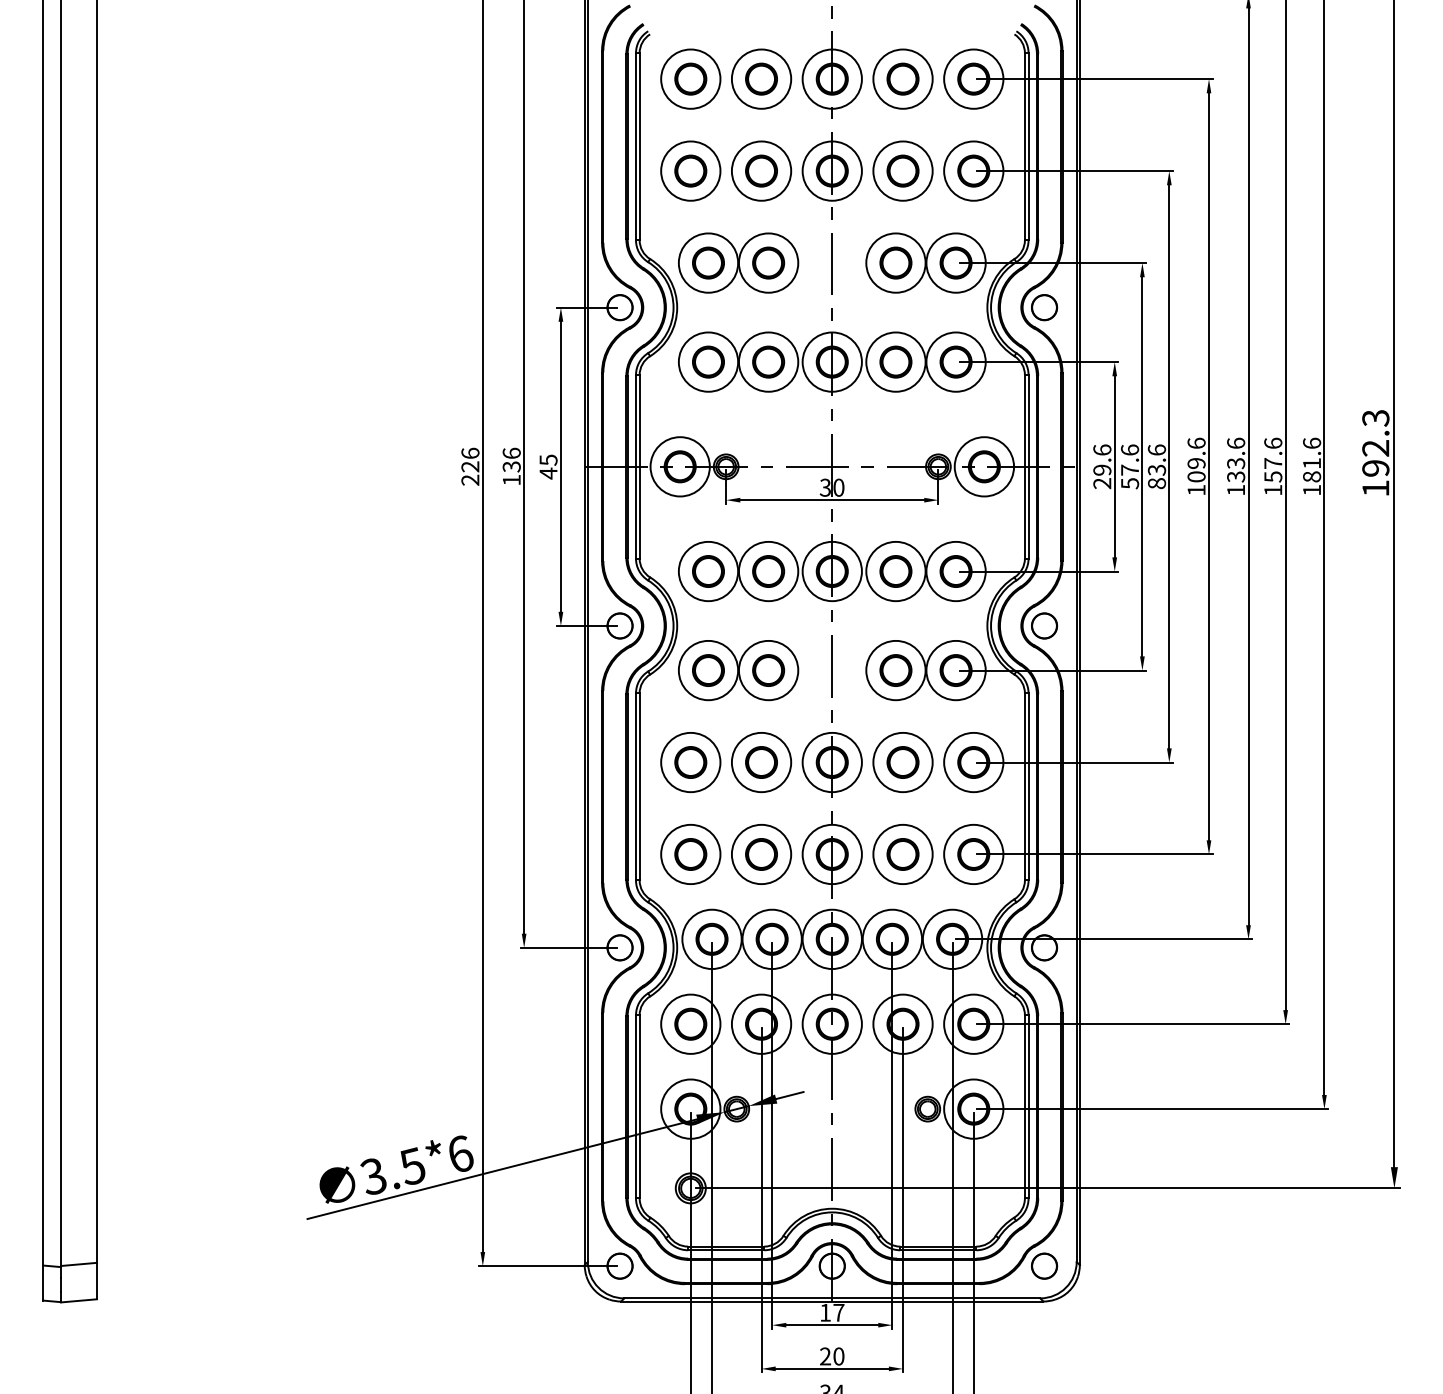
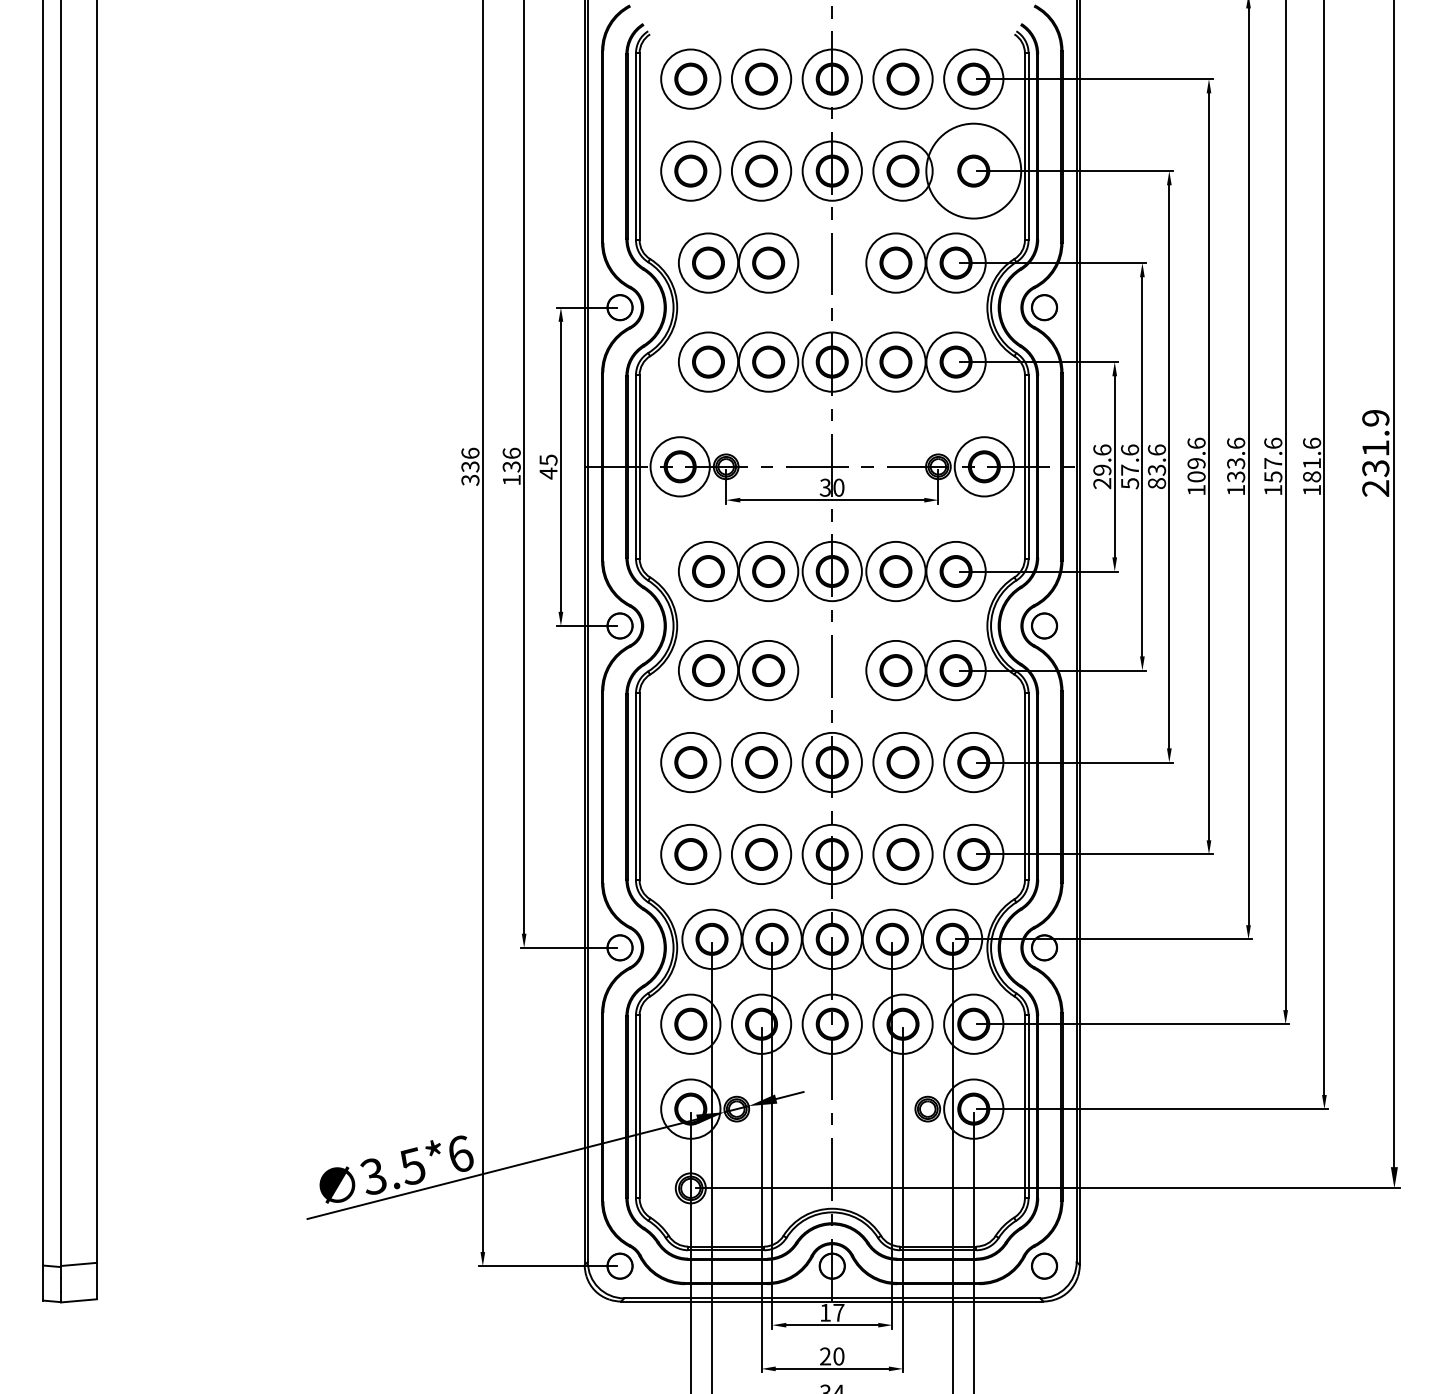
circle at (973, 170) diameter: 59 px -> 95 px
text at (1375, 453): 192.3 -> 231.9
text at (470, 473): 226 -> 336
